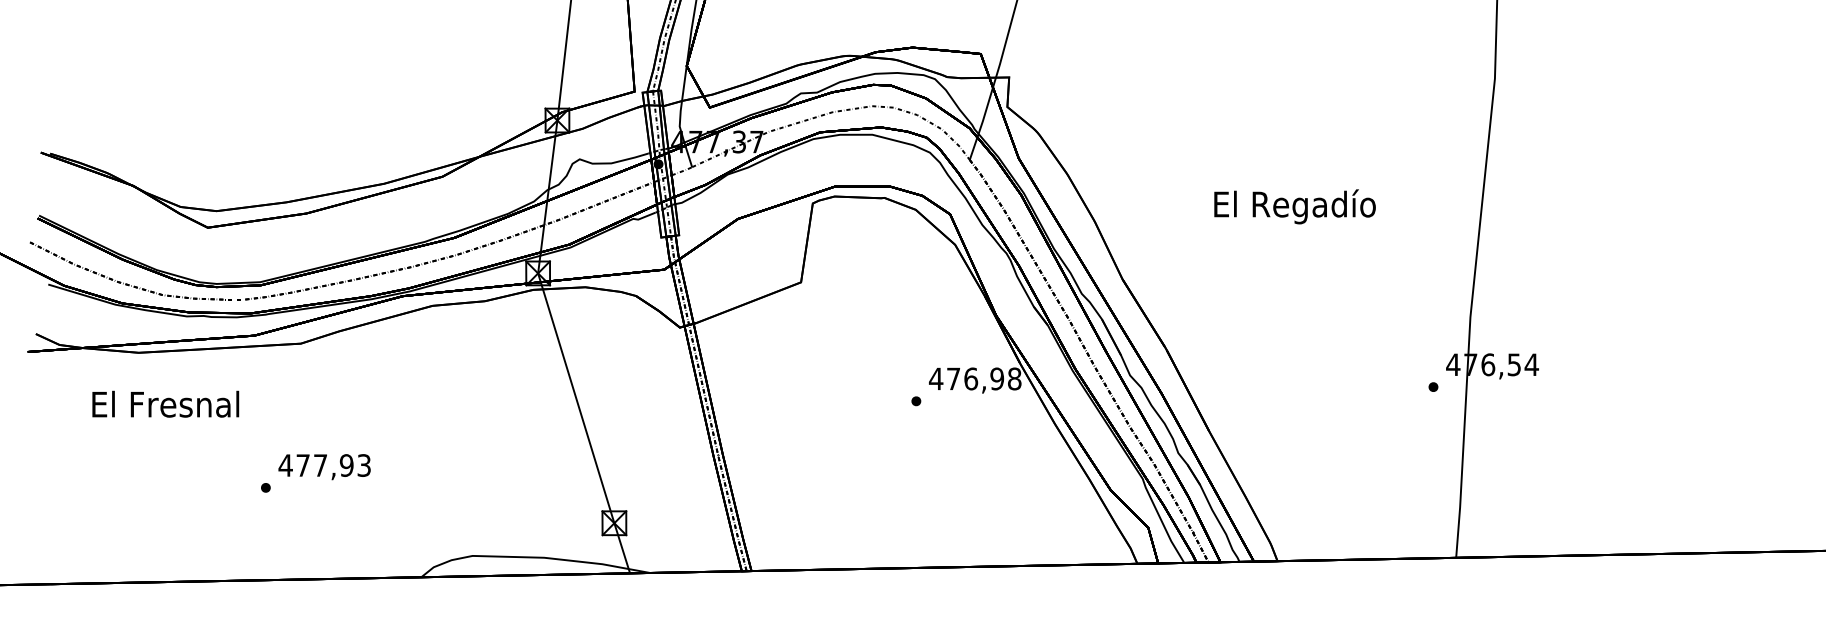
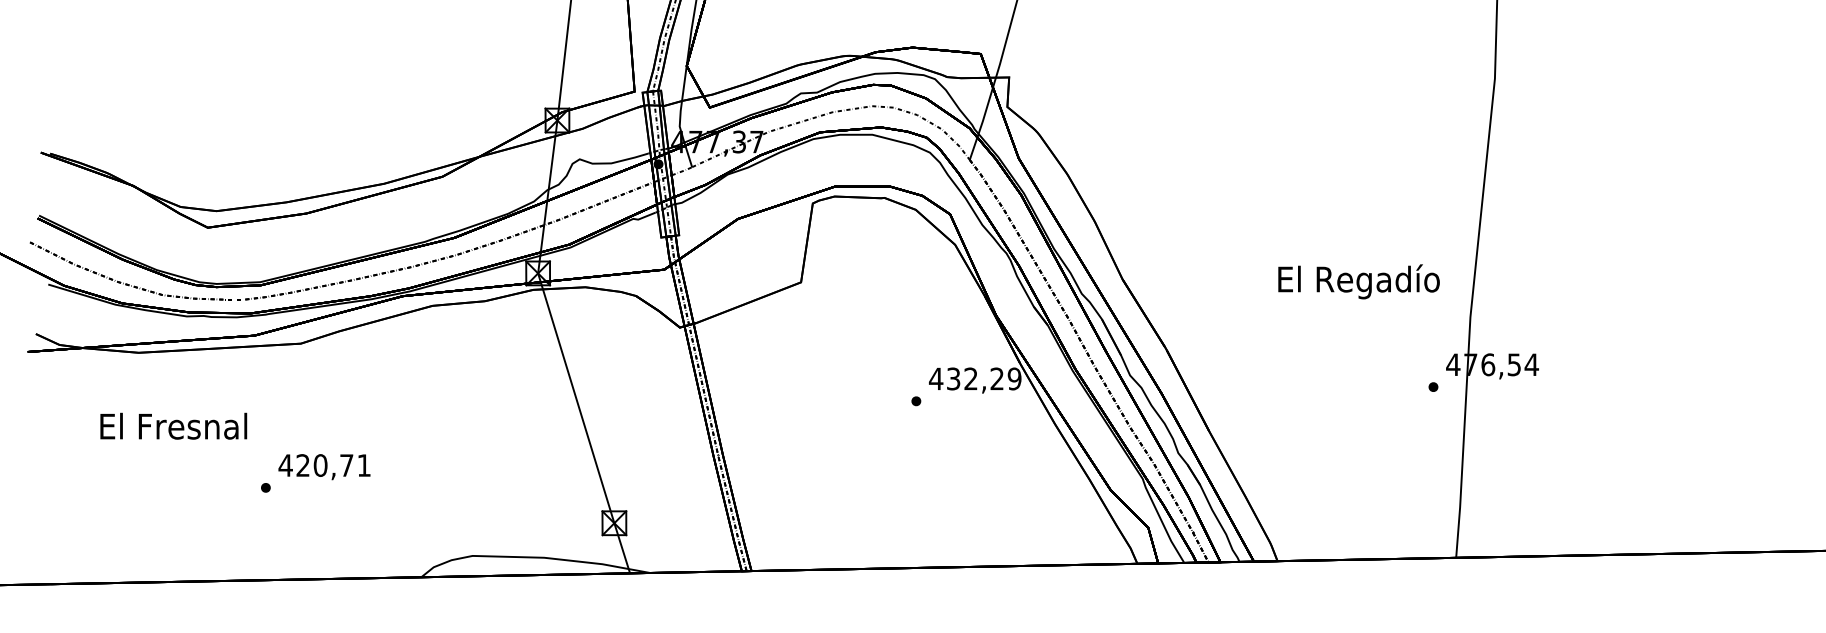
text at (1294, 206) position: (1294, 206) -> (1358, 281)
text at (984, 378): 476,98 -> 432,29
text at (165, 403) position: (165, 403) -> (173, 425)
text at (333, 465): 477,93 -> 420,71
